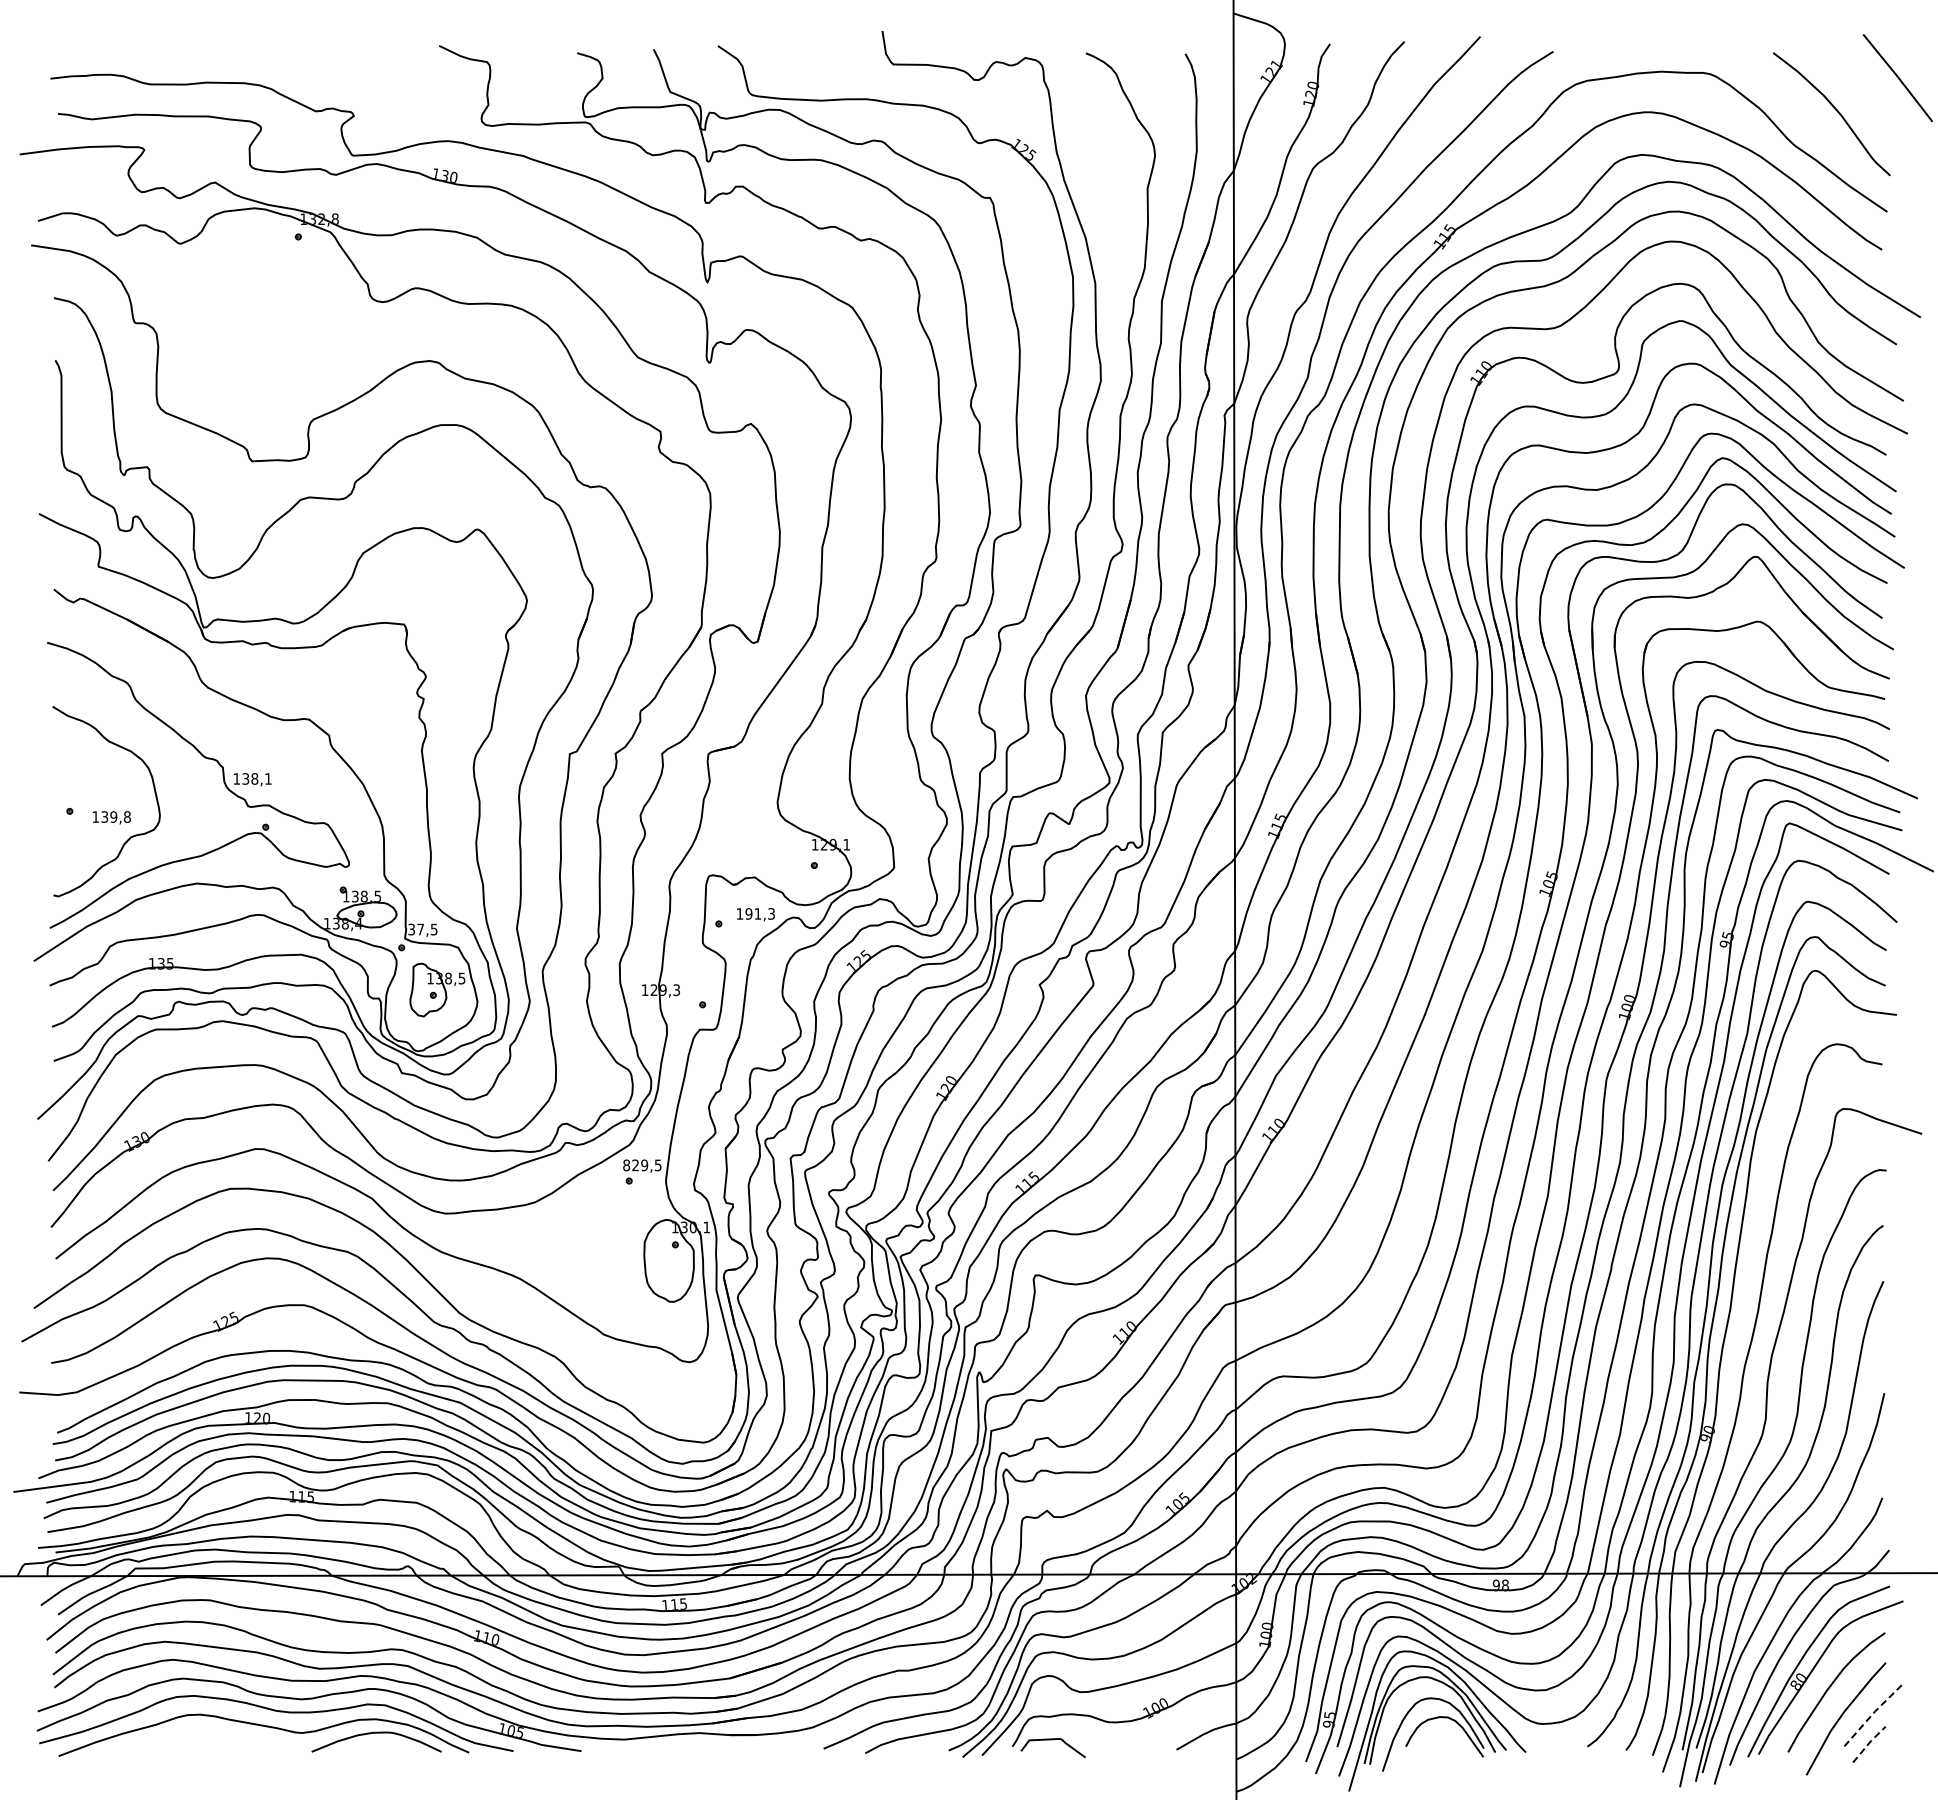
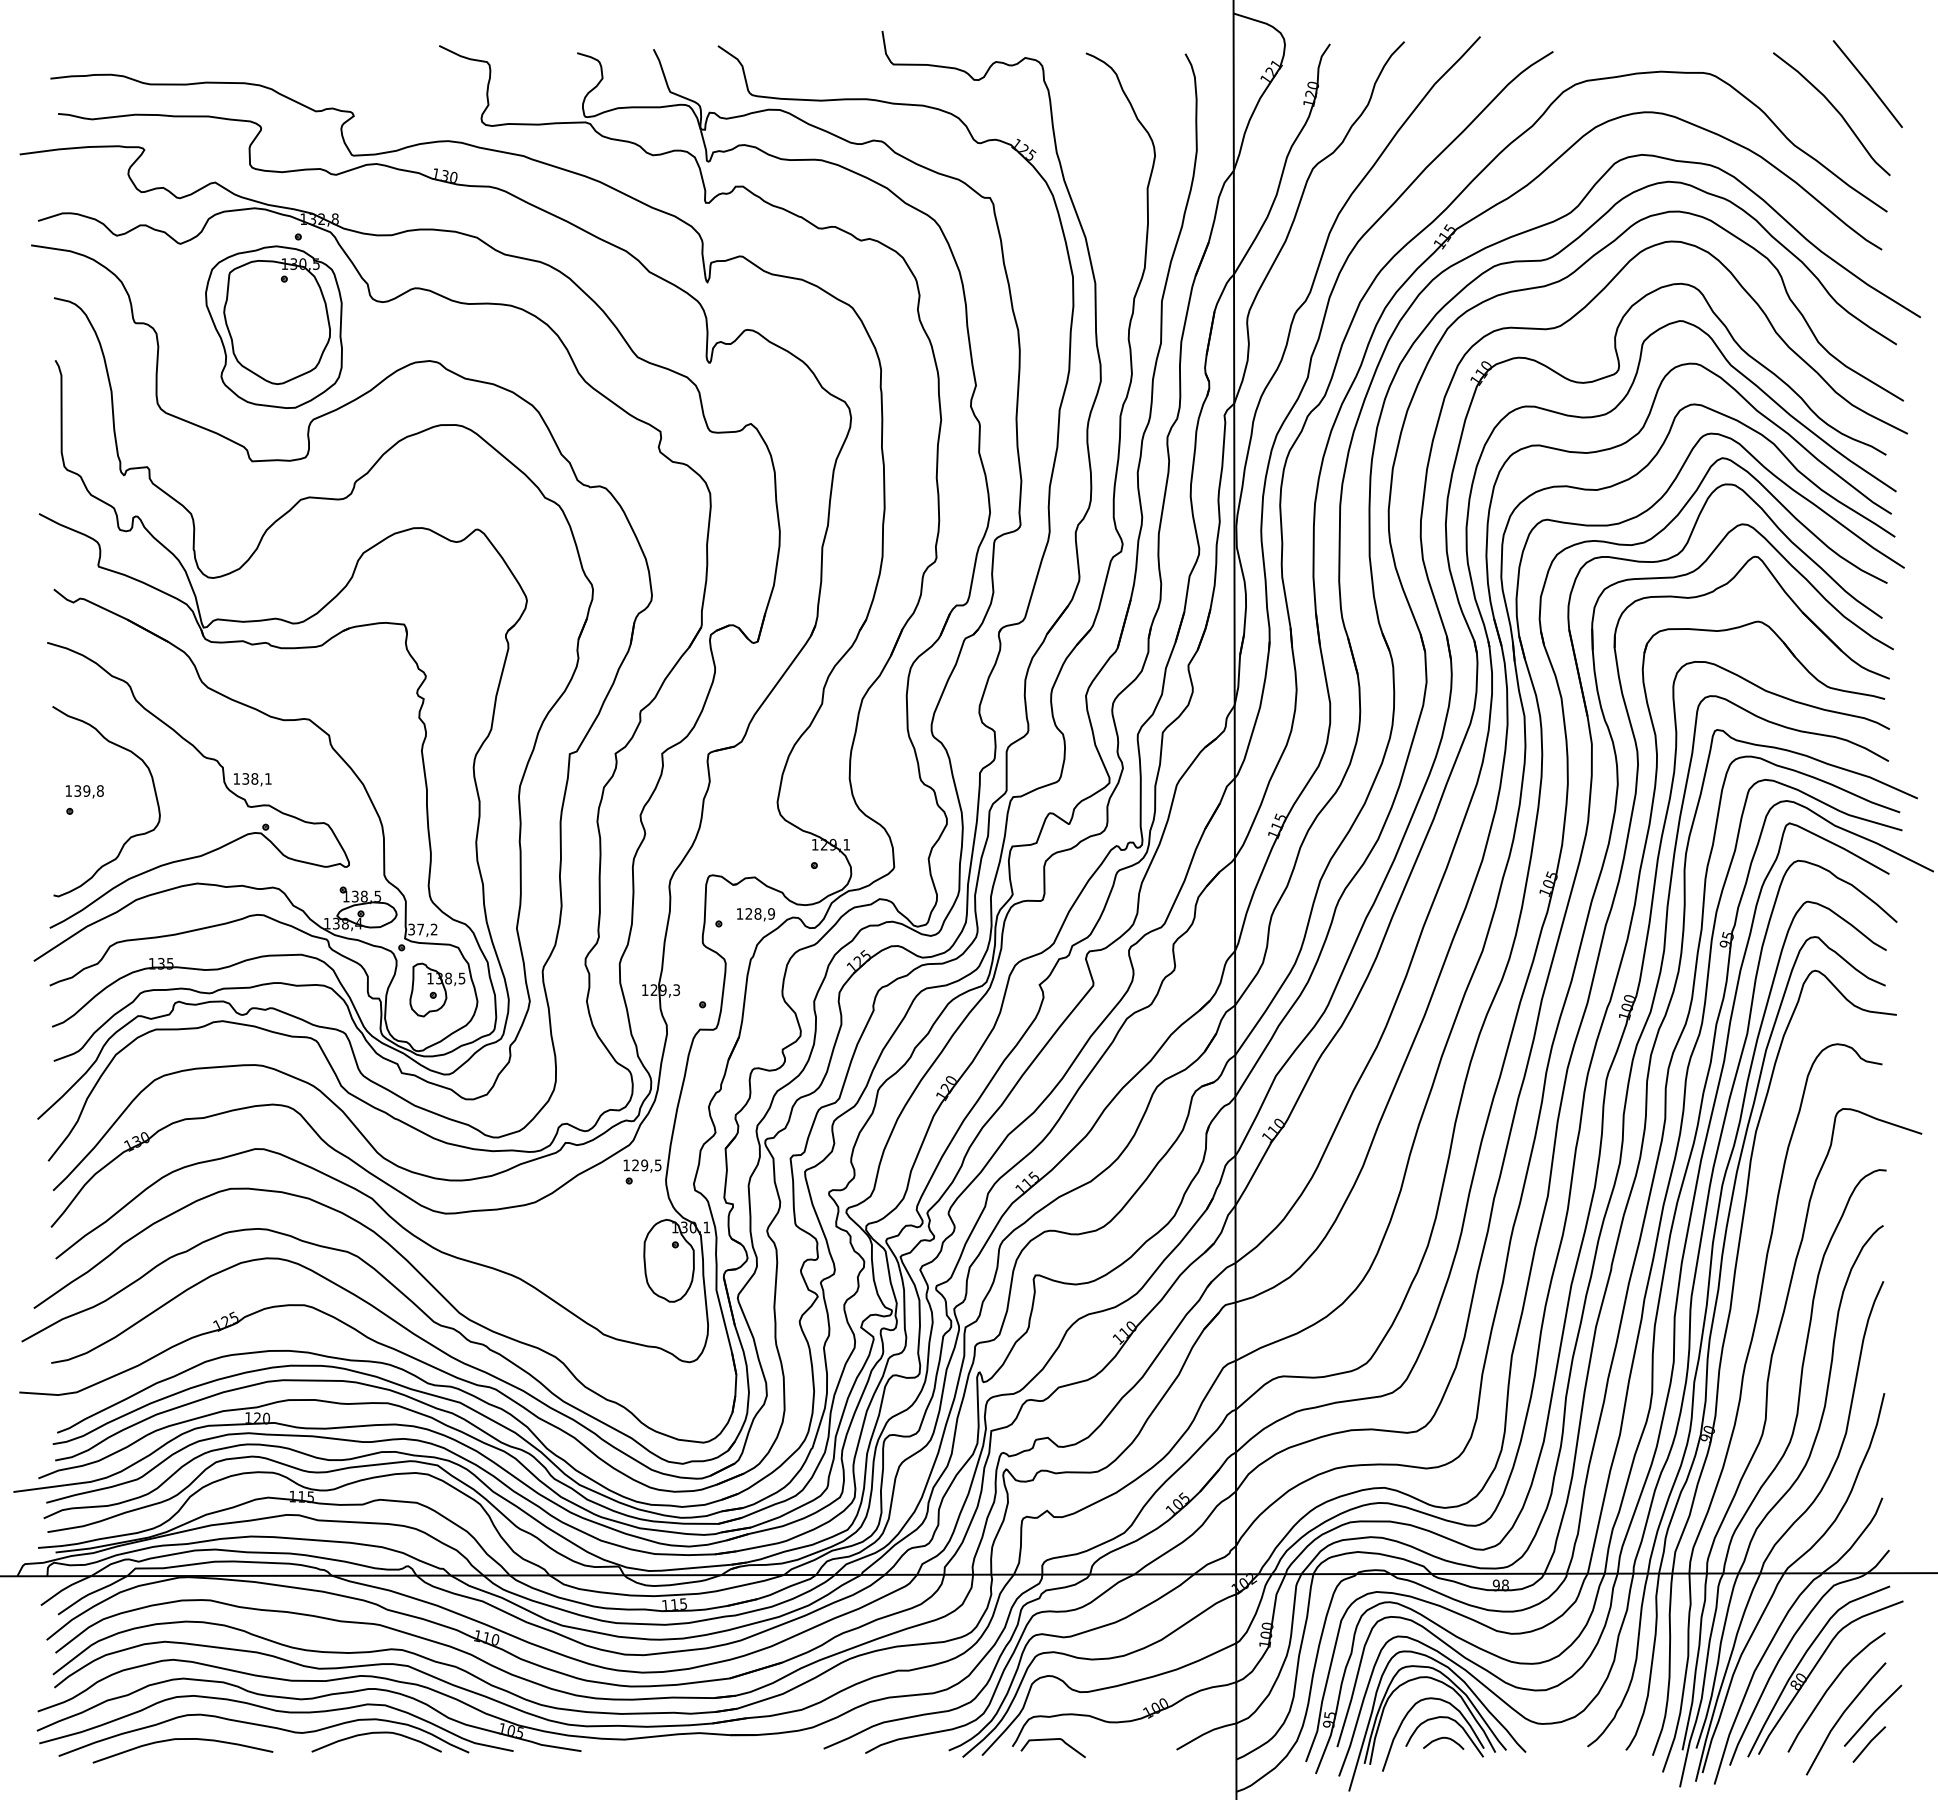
line at (1897, 77) position: (1897, 77) -> (1867, 83)
part at (273, 326): none -> present
text at (111, 817) position: (111, 817) -> (84, 791)
text at (759, 913): 191,3 -> 128,9
text at (433, 929): 37,5 -> 37,2
text at (626, 1165): 829,5 -> 129,5
line at (1872, 1714): dashed -> solid
curve at (182, 1739): none -> present
curve at (1441, 1739): none -> present
line at (1869, 1743): dashed -> solid
